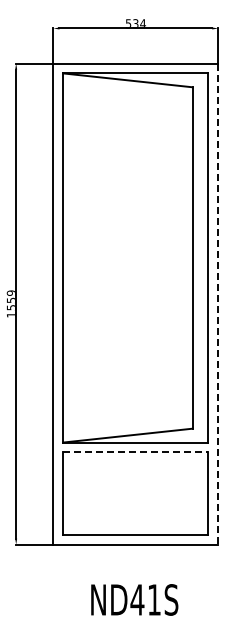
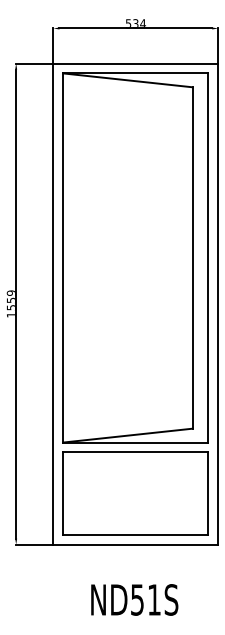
line at (218, 304): dashed -> solid
line at (135, 452): dashed -> solid
text at (137, 599): ND41S -> ND51S
